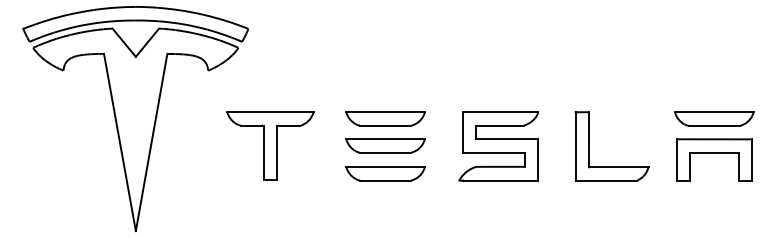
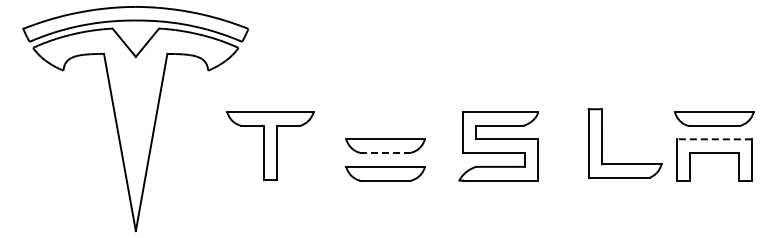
part at (385, 118): present -> none
line at (713, 139): solid -> dashed
line at (386, 152): solid -> dashed
part at (611, 166) position: (611, 166) -> (624, 163)
